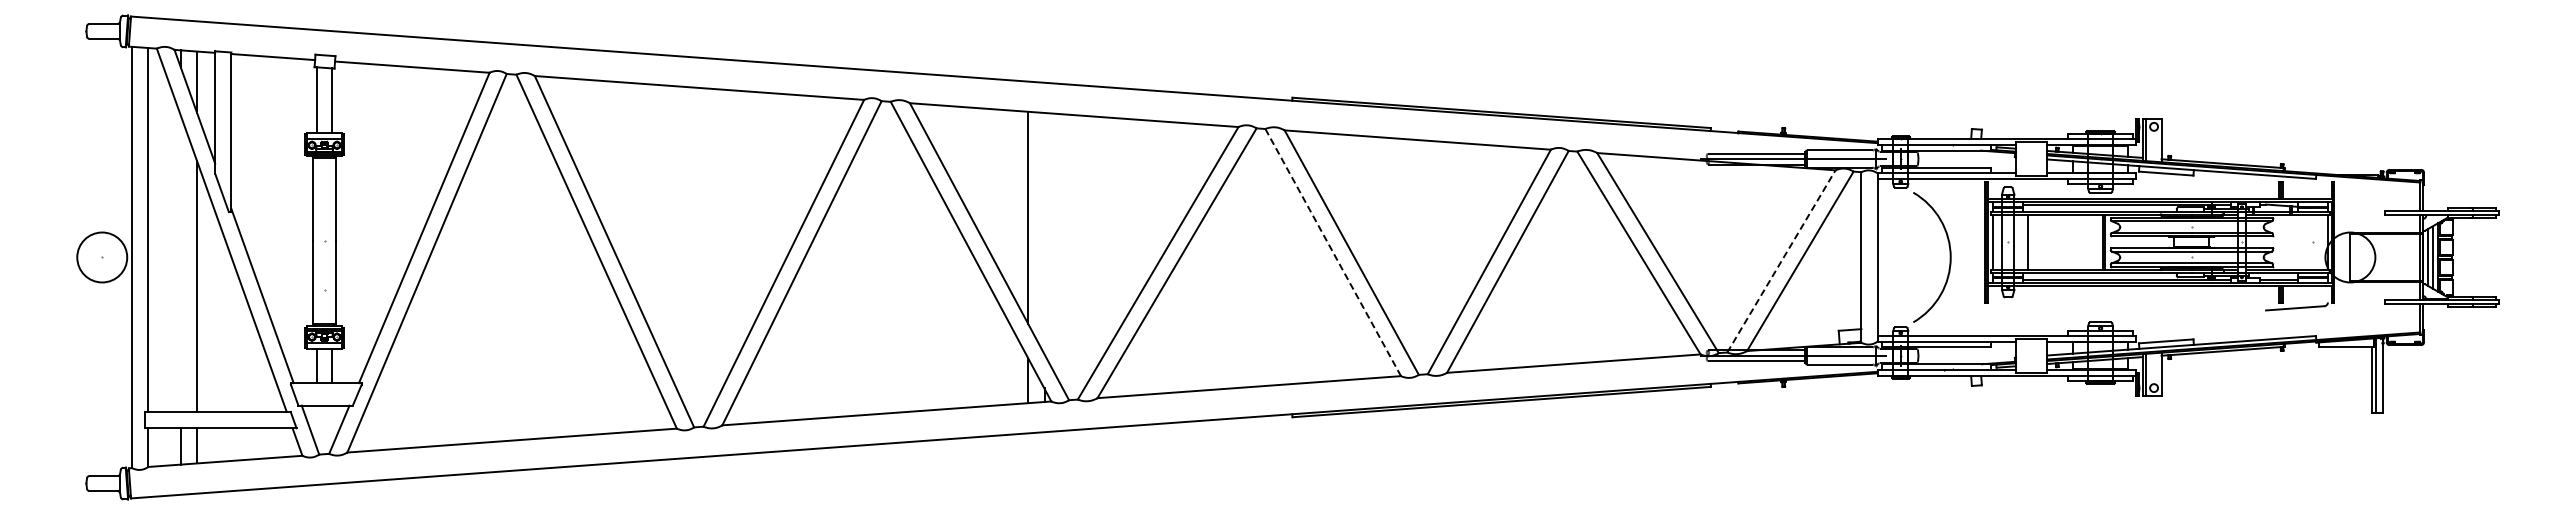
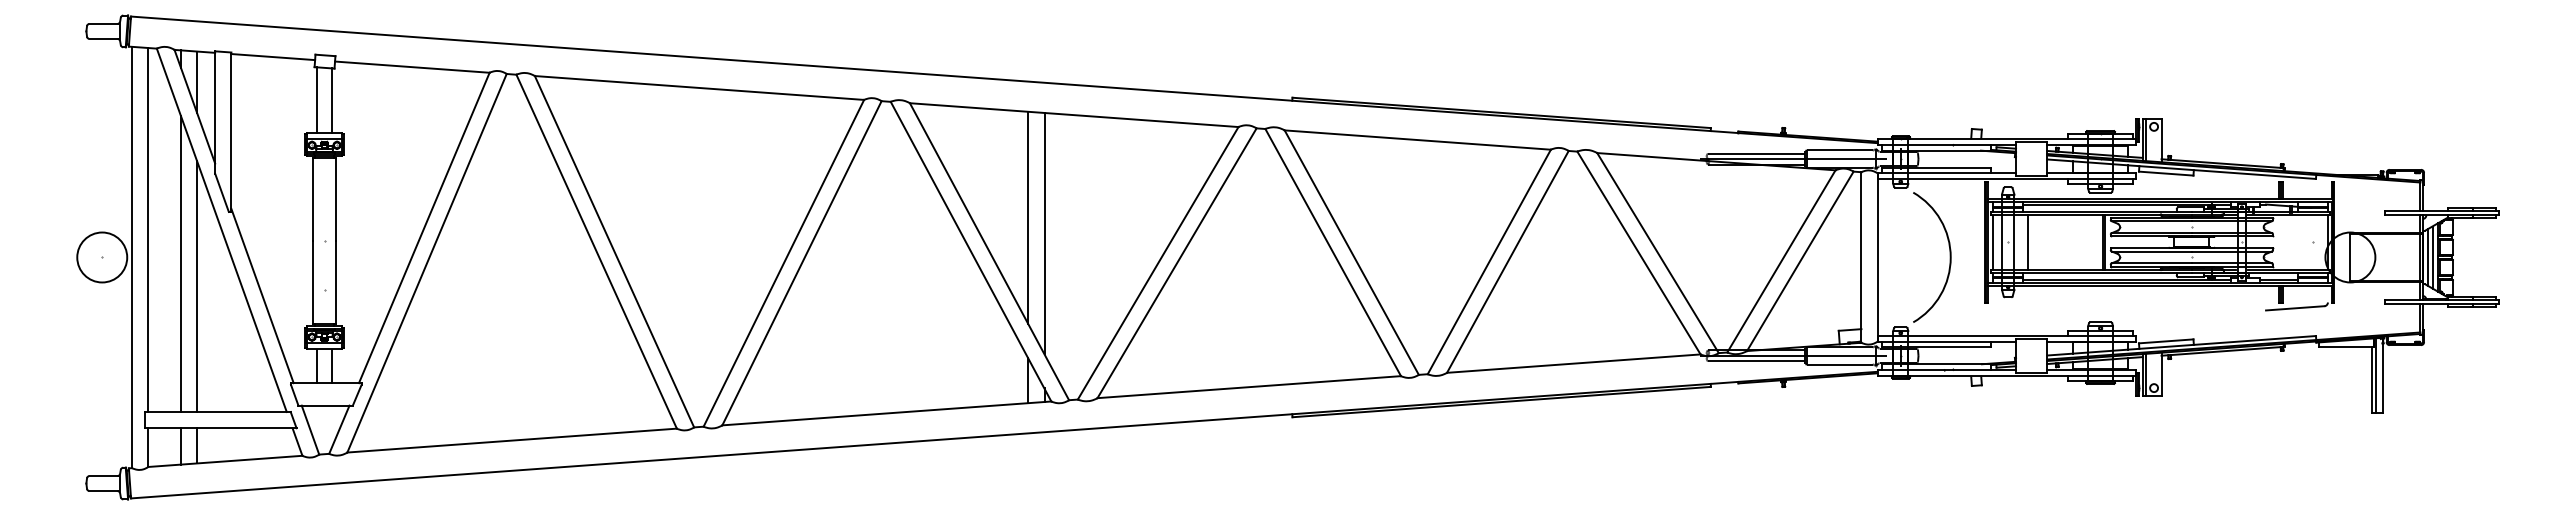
line at (1044, 233): none -> present
line at (1333, 252): dashed -> solid
line at (1781, 261): dashed -> solid
line at (180, 263): none -> present
